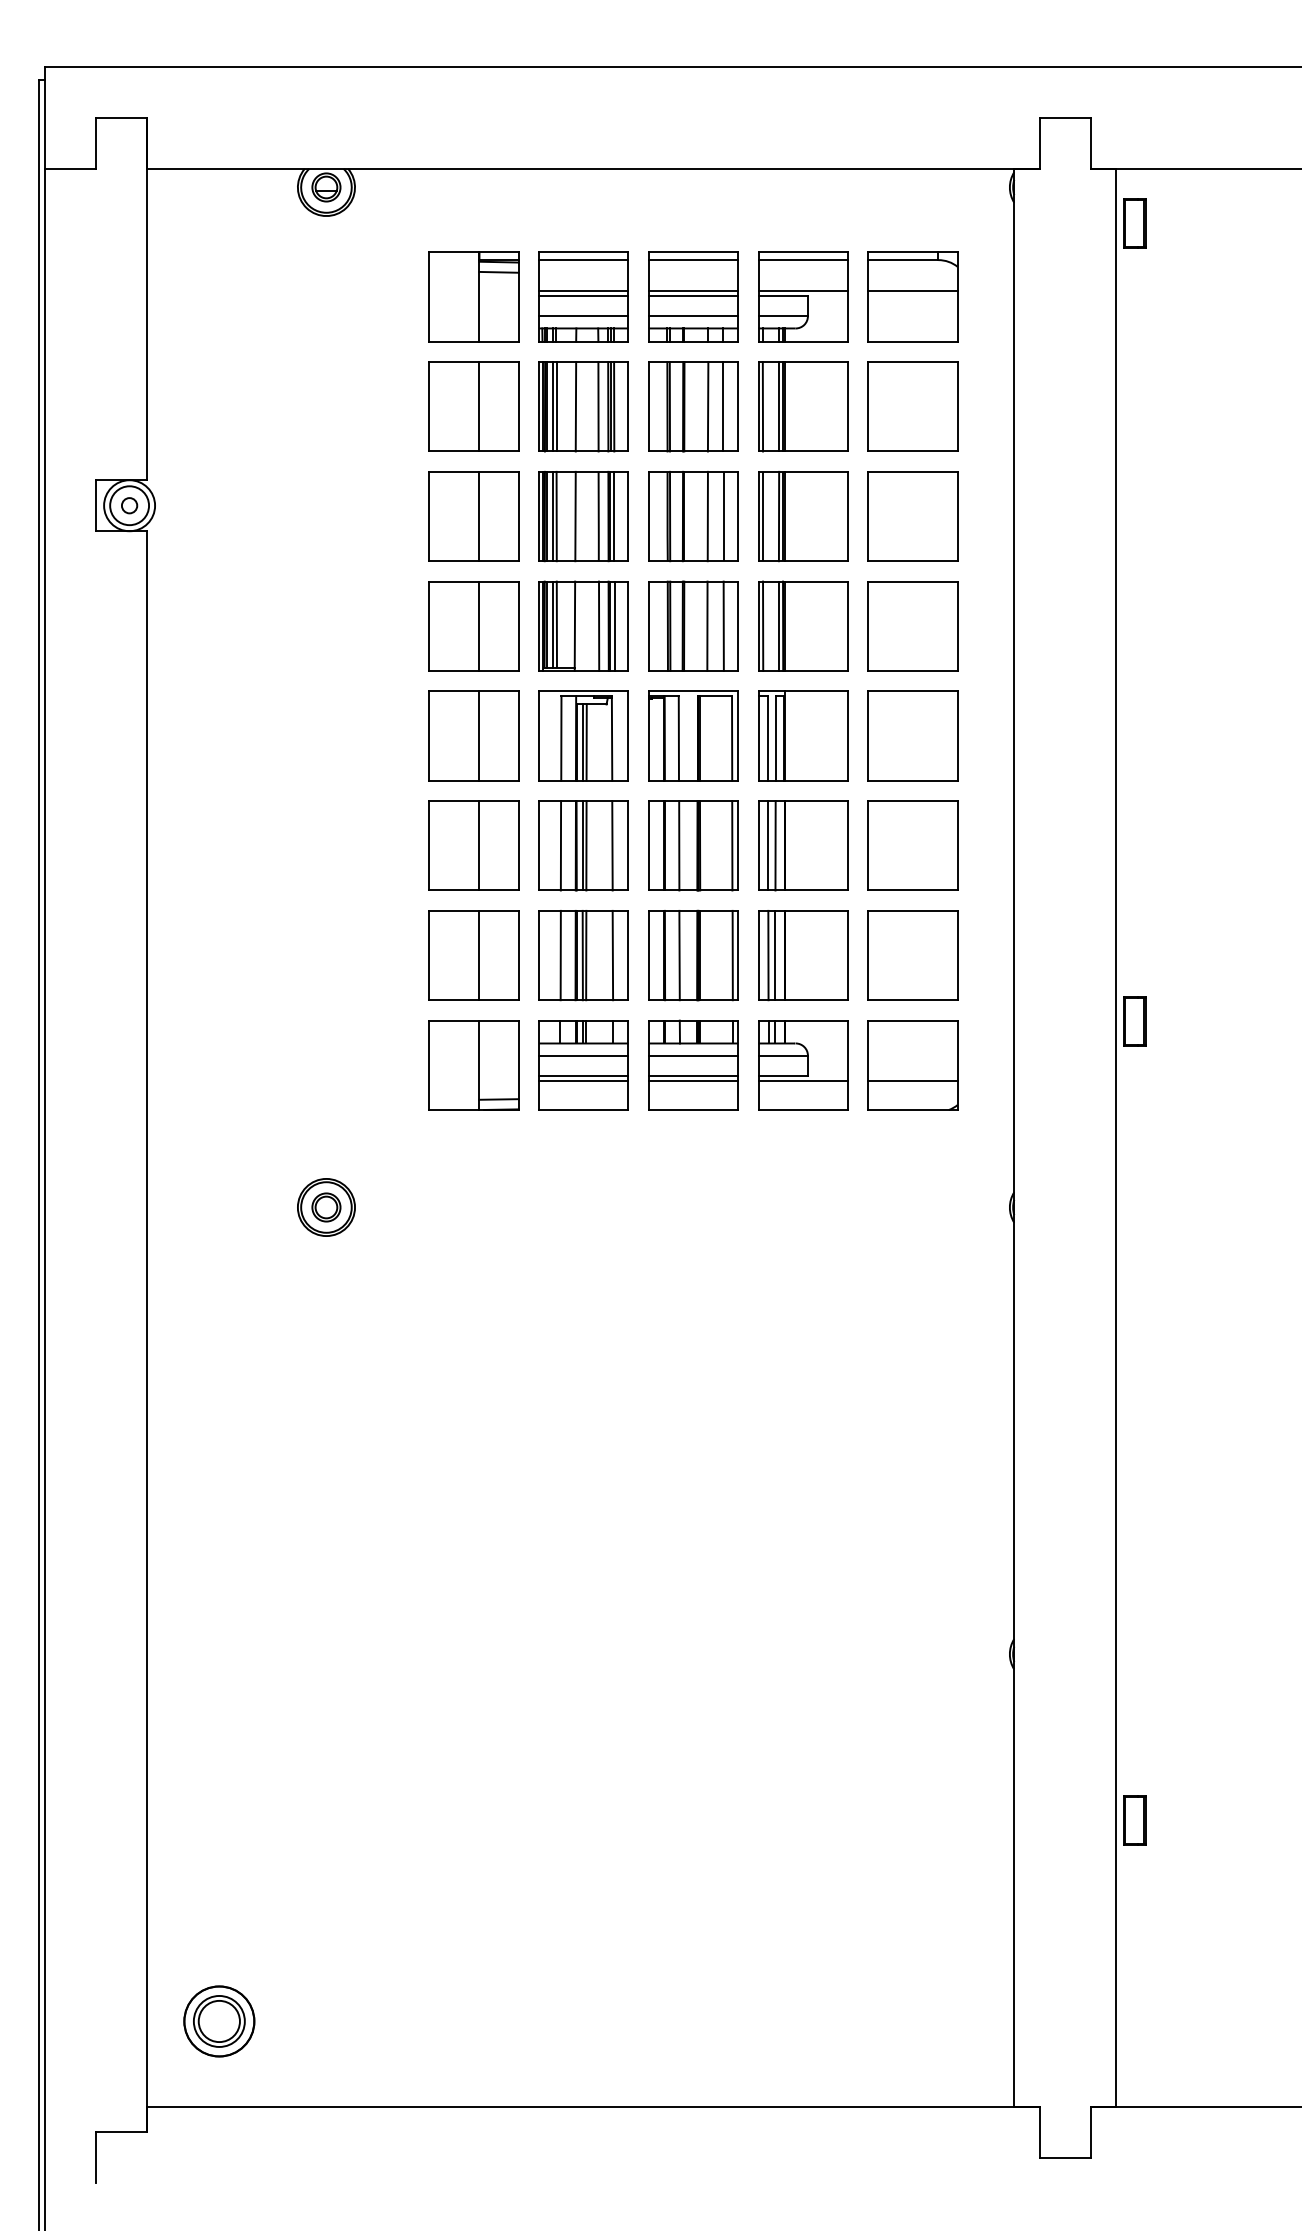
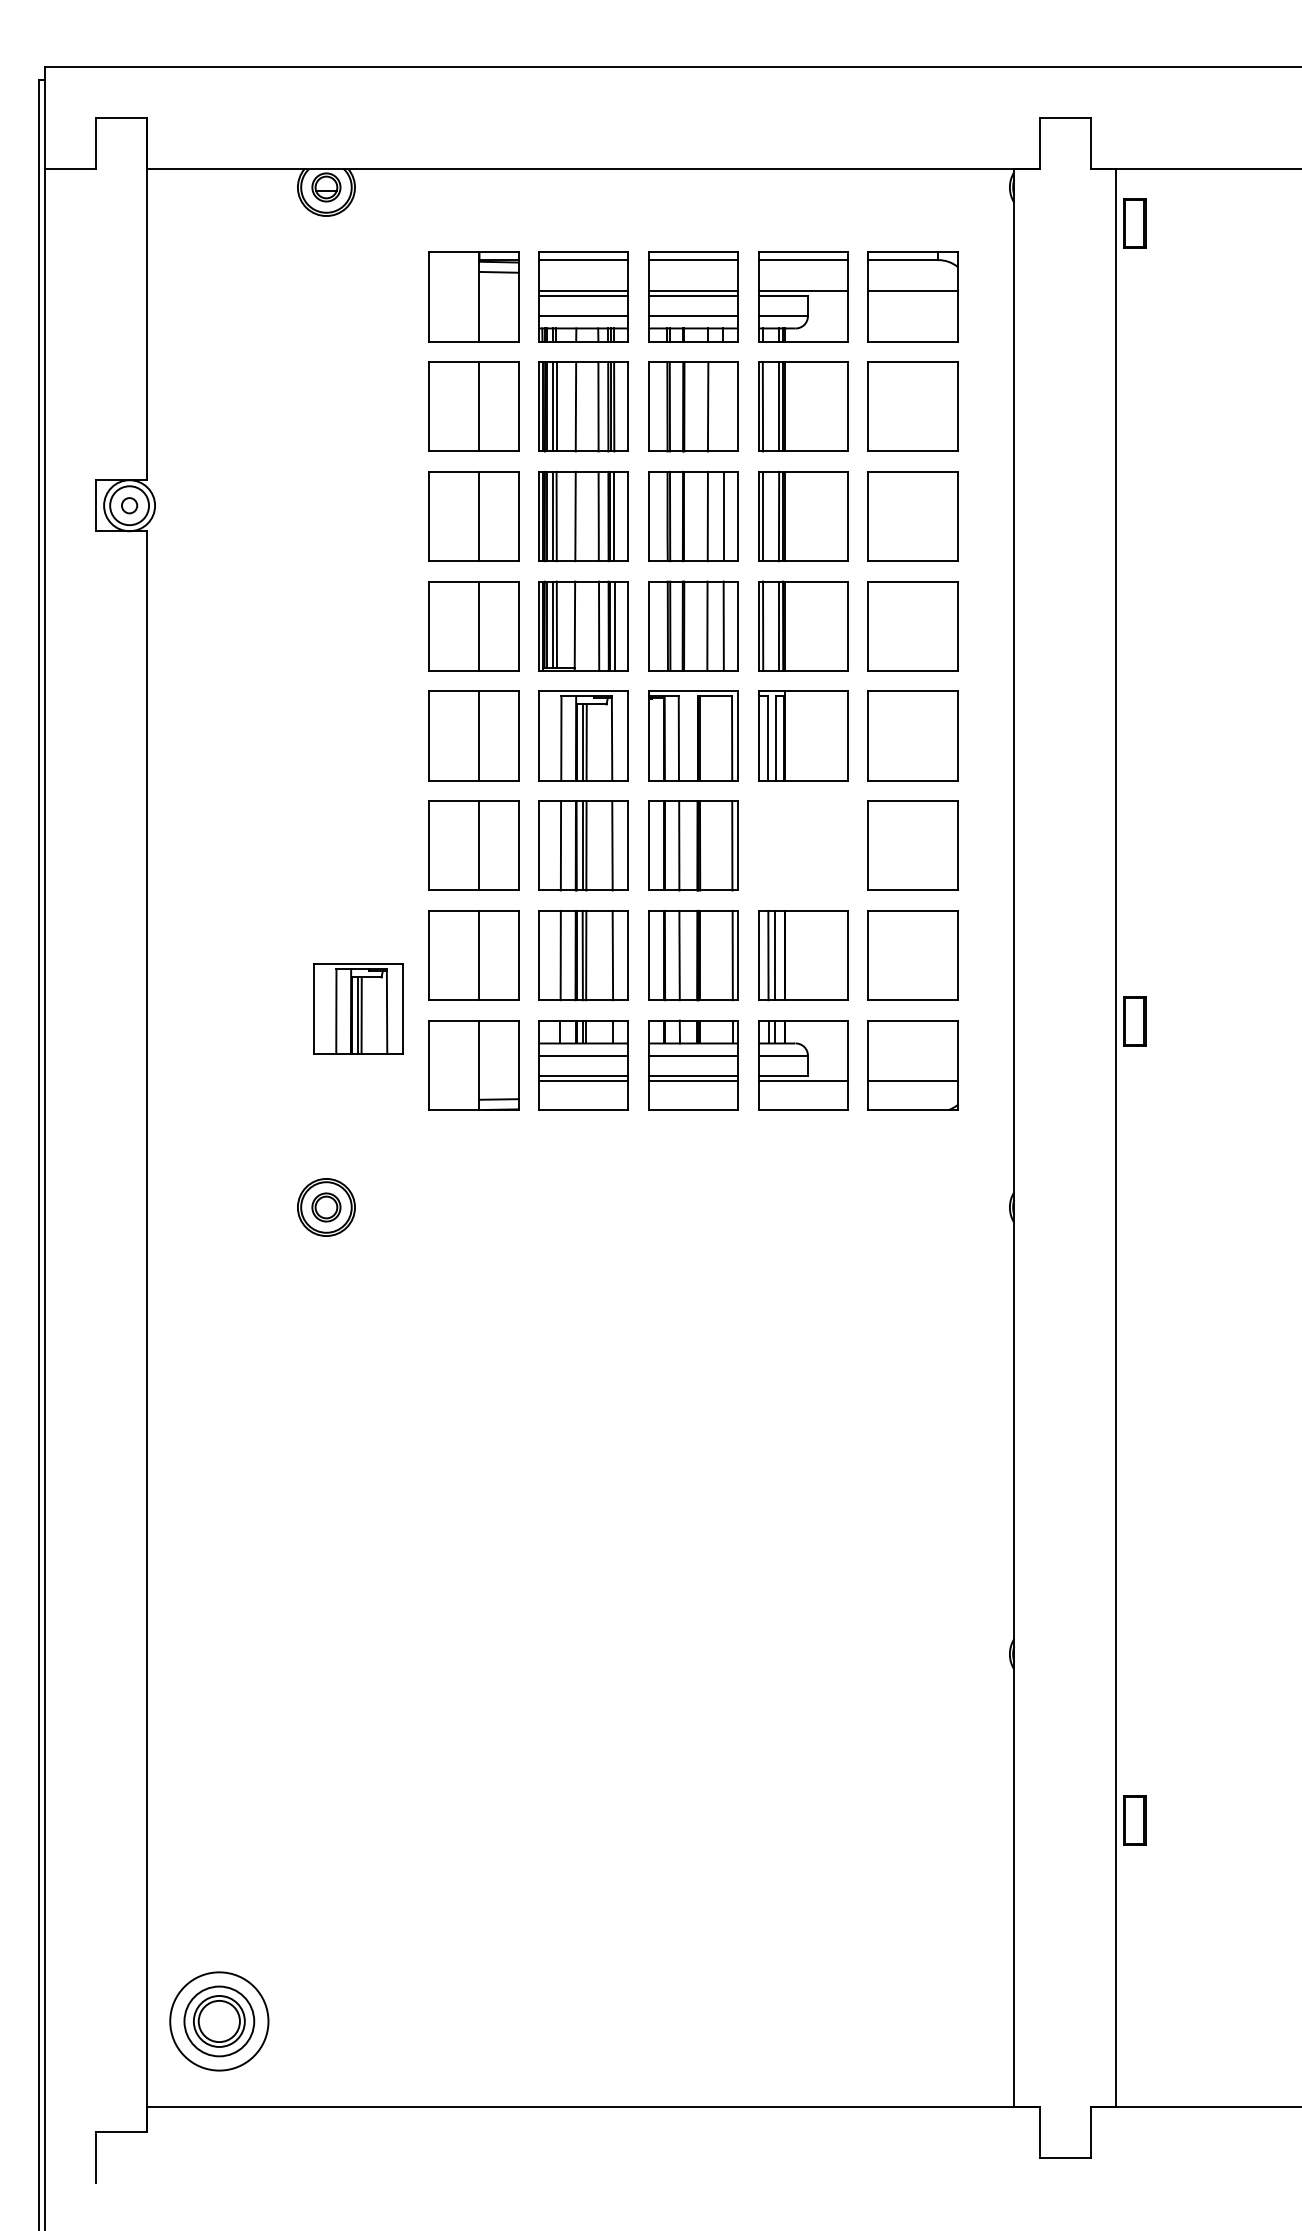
line at (723, 406): present -> none
part at (803, 845): present -> none
part at (358, 1008): none -> present
circle at (219, 2021) diameter: 70 px -> 98 px
